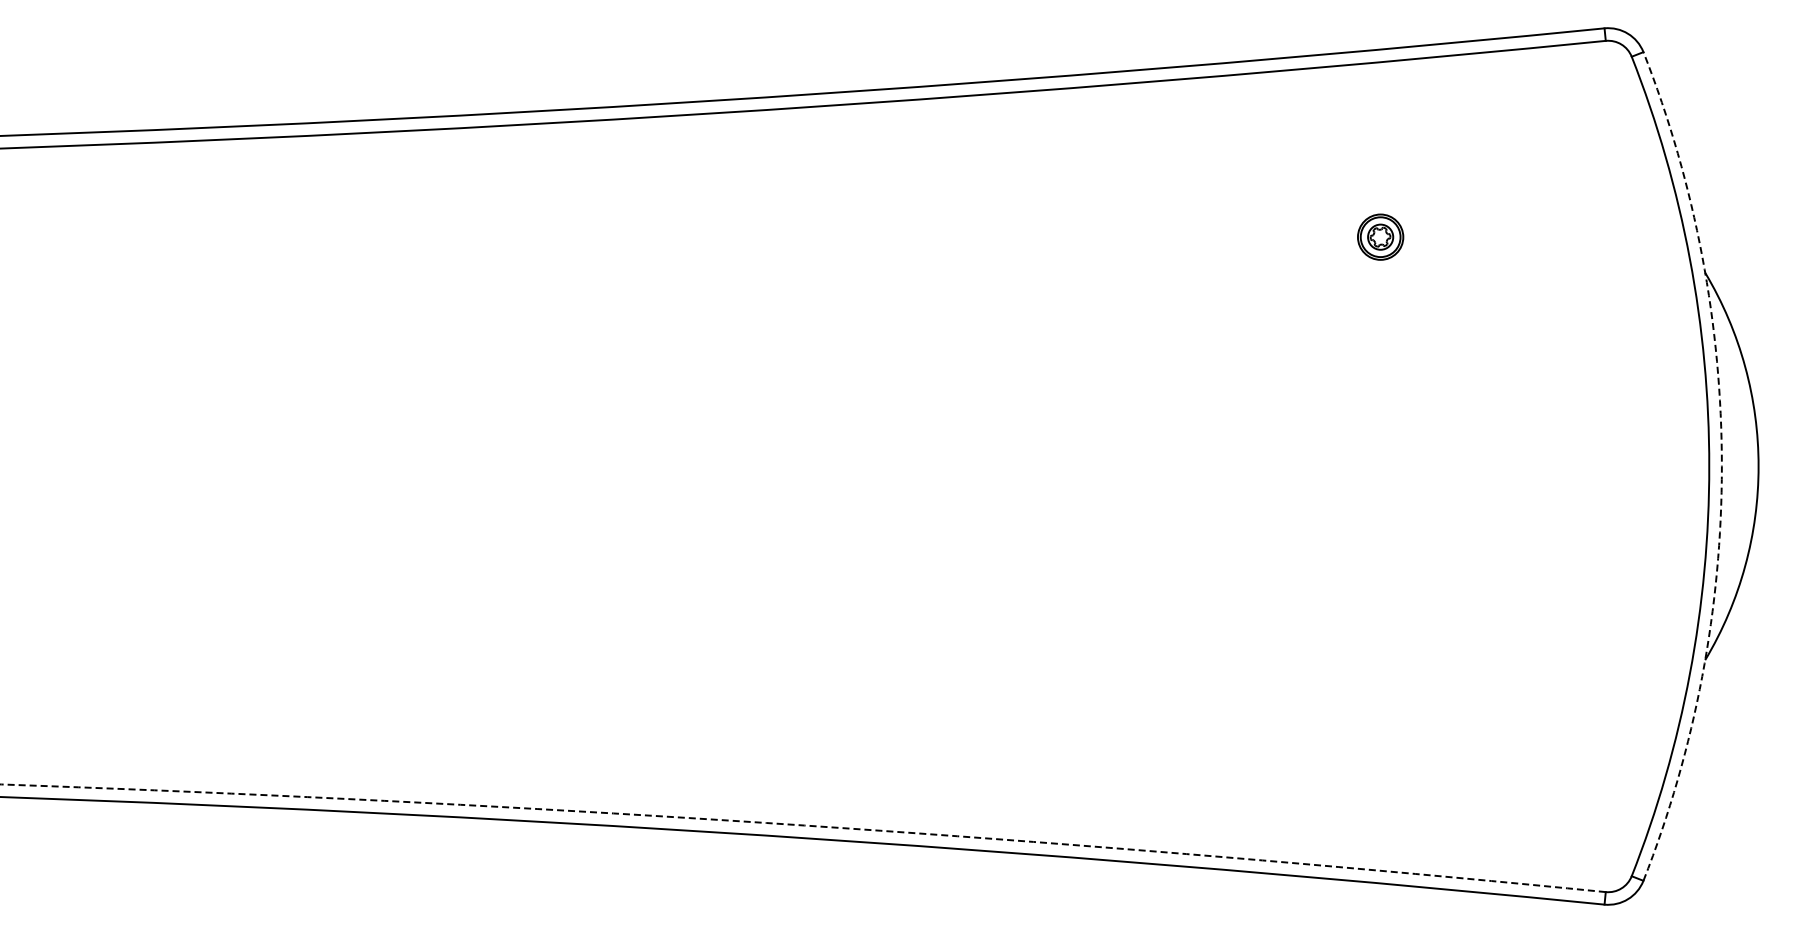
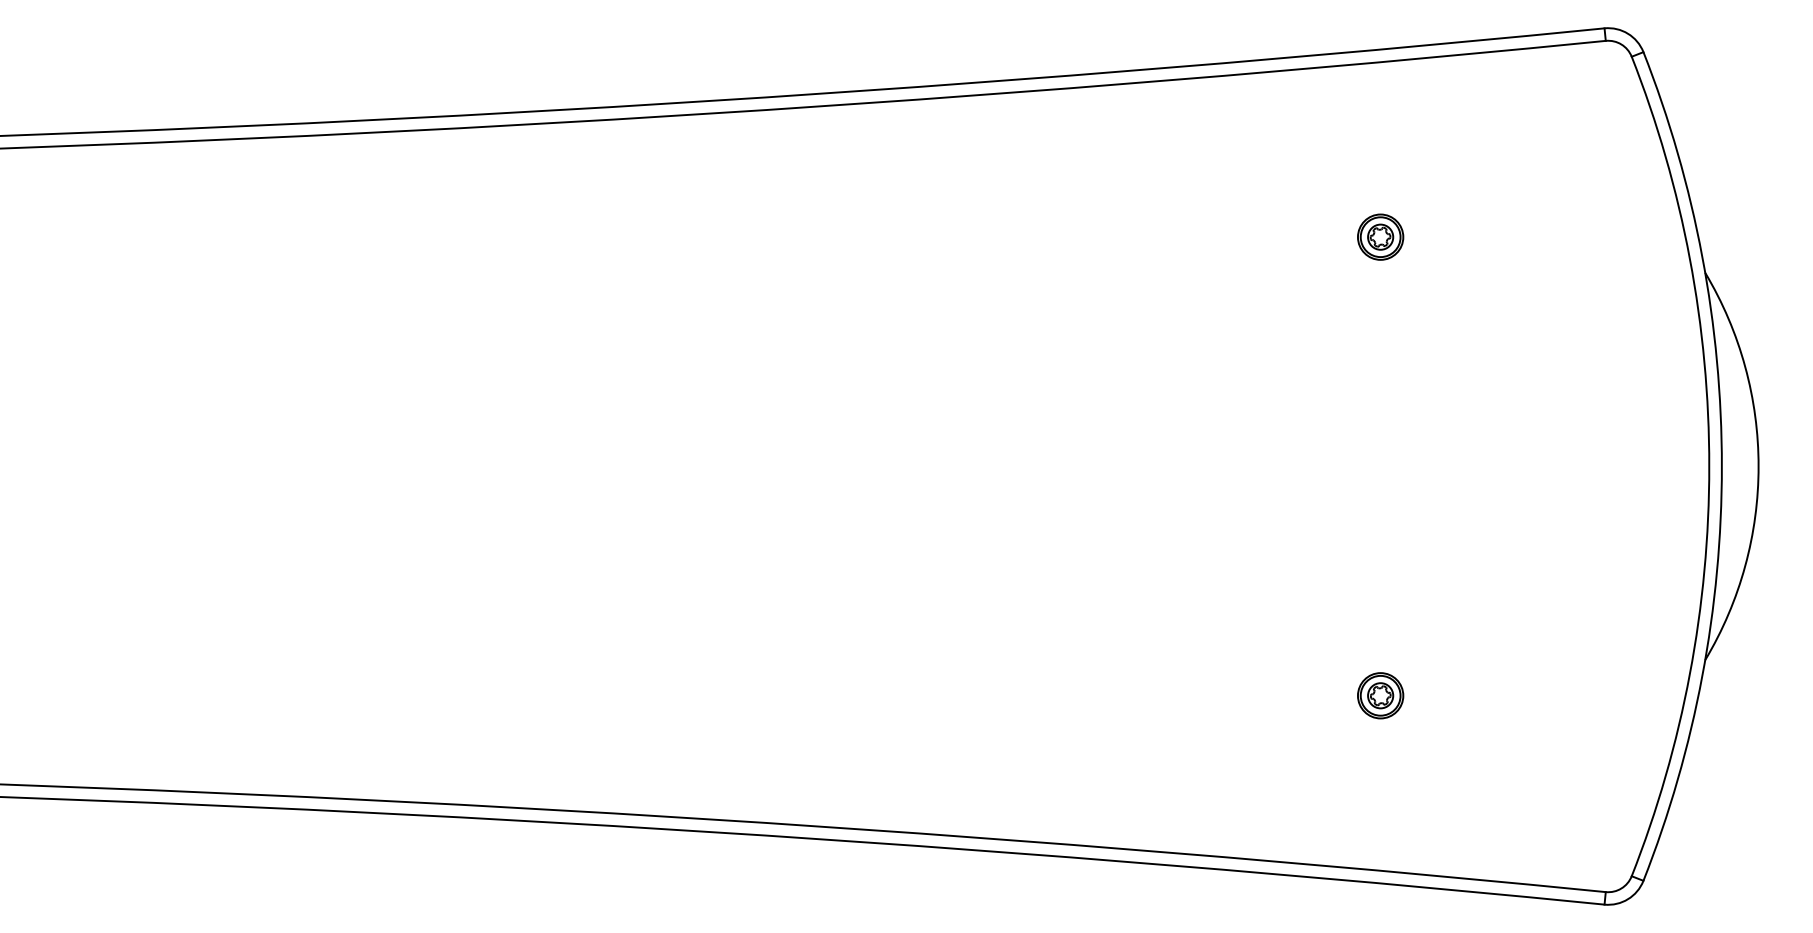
arc at (1721, 466): dashed -> solid
part at (1380, 695): none -> present
arc at (804, 825): dashed -> solid
